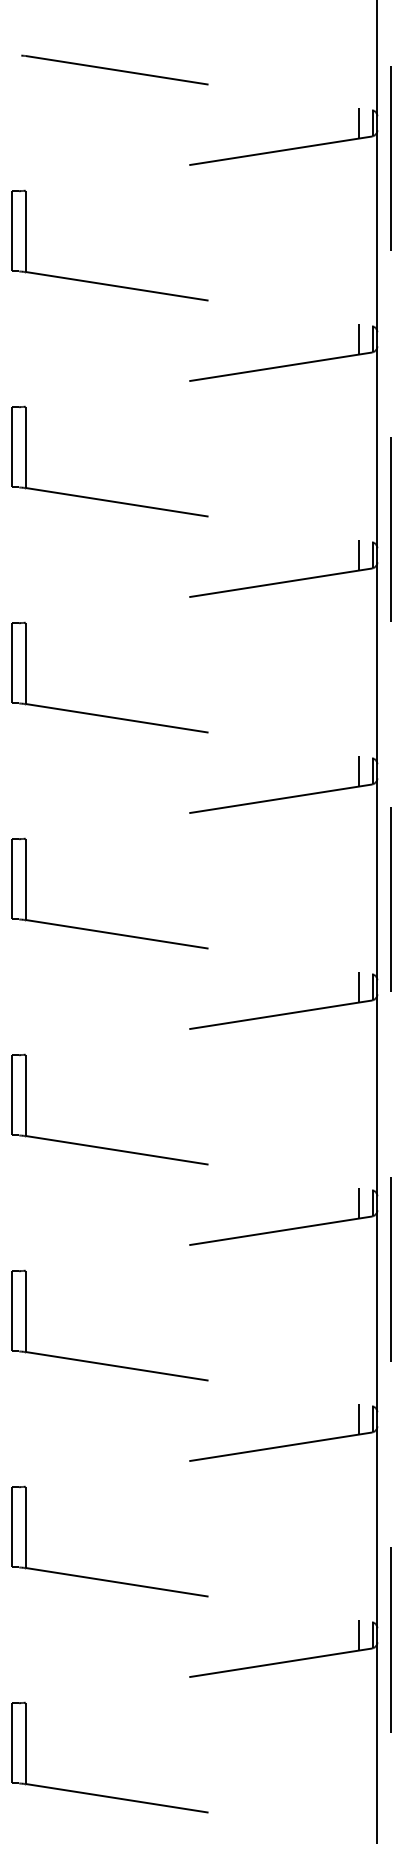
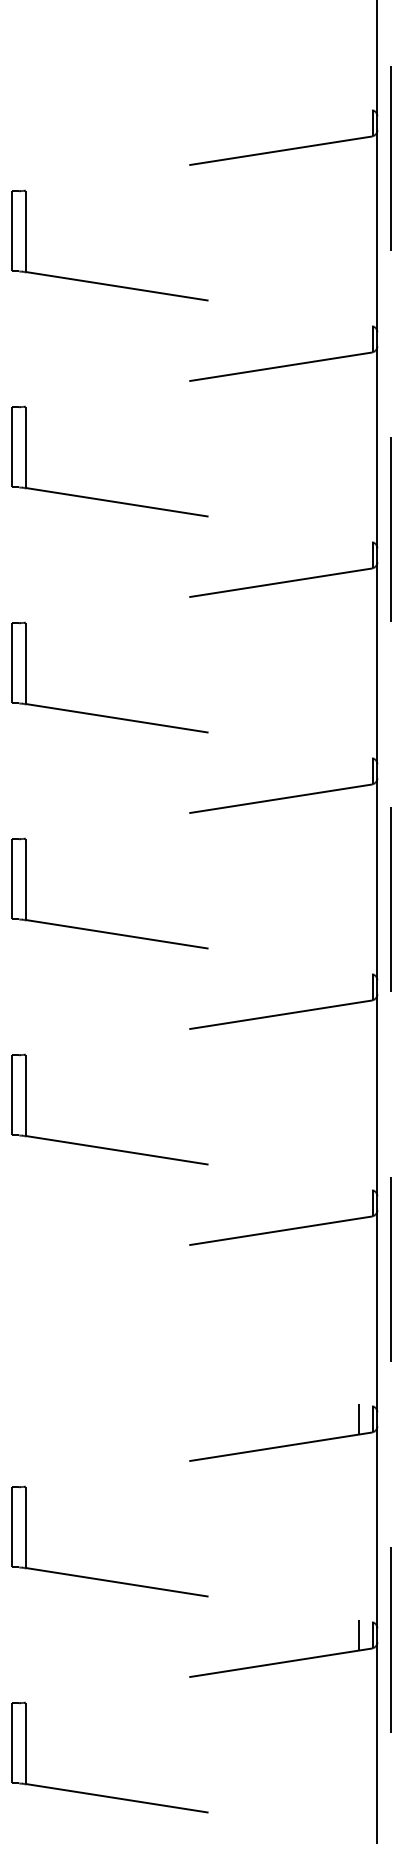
line at (114, 69): present -> none
line at (358, 123): present -> none
line at (358, 339): present -> none
line at (358, 555): present -> none
line at (358, 771): present -> none
line at (358, 987): present -> none
line at (358, 1203): present -> none
part at (107, 1363): present -> none
